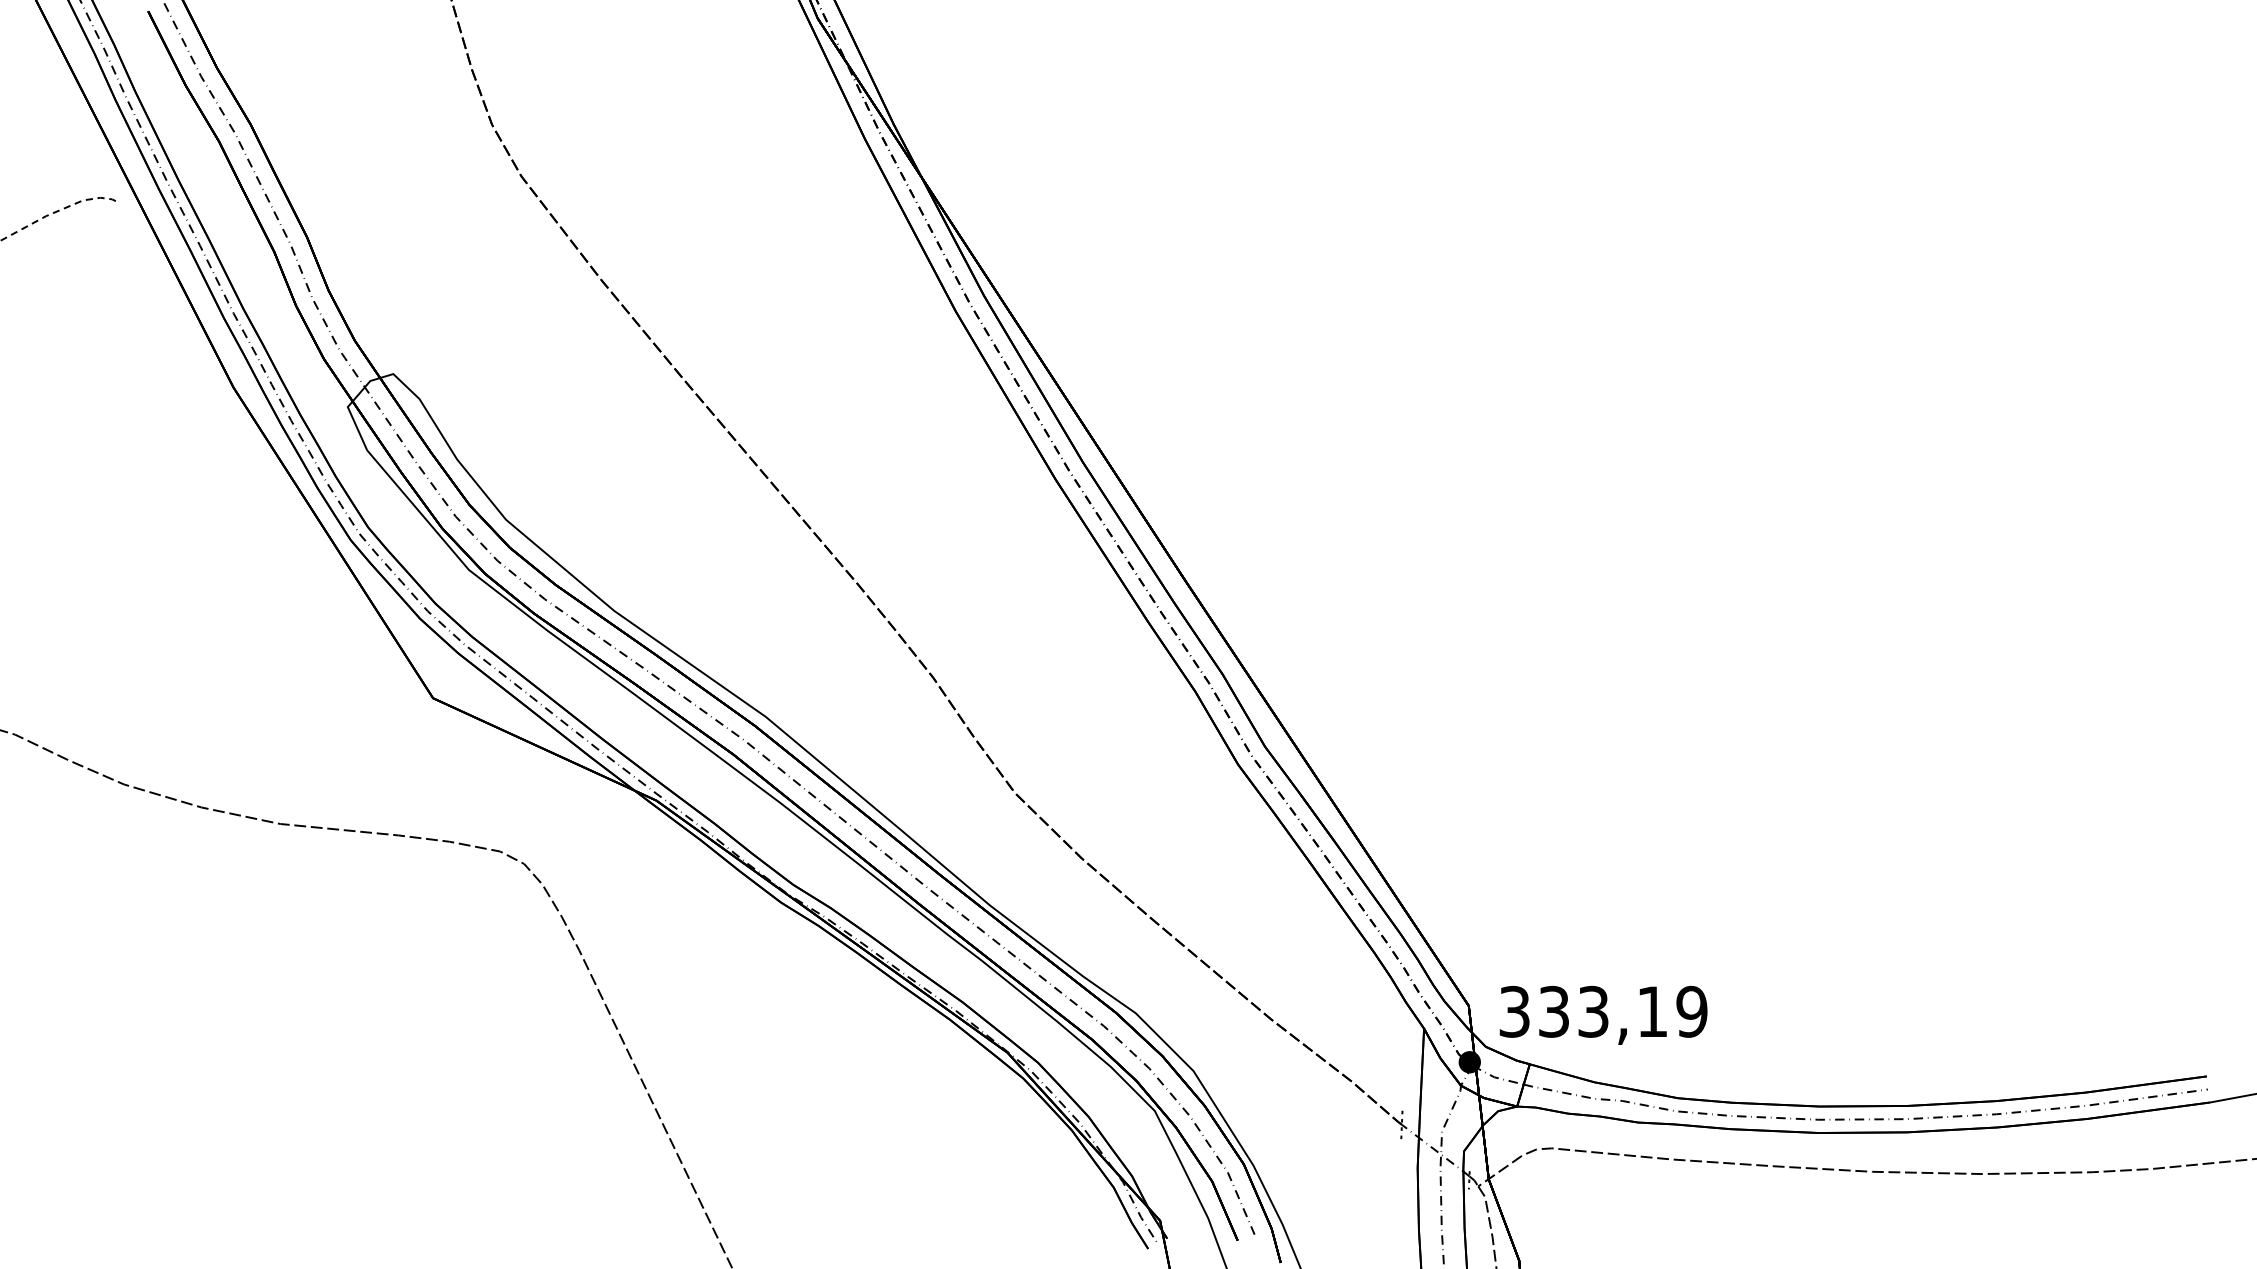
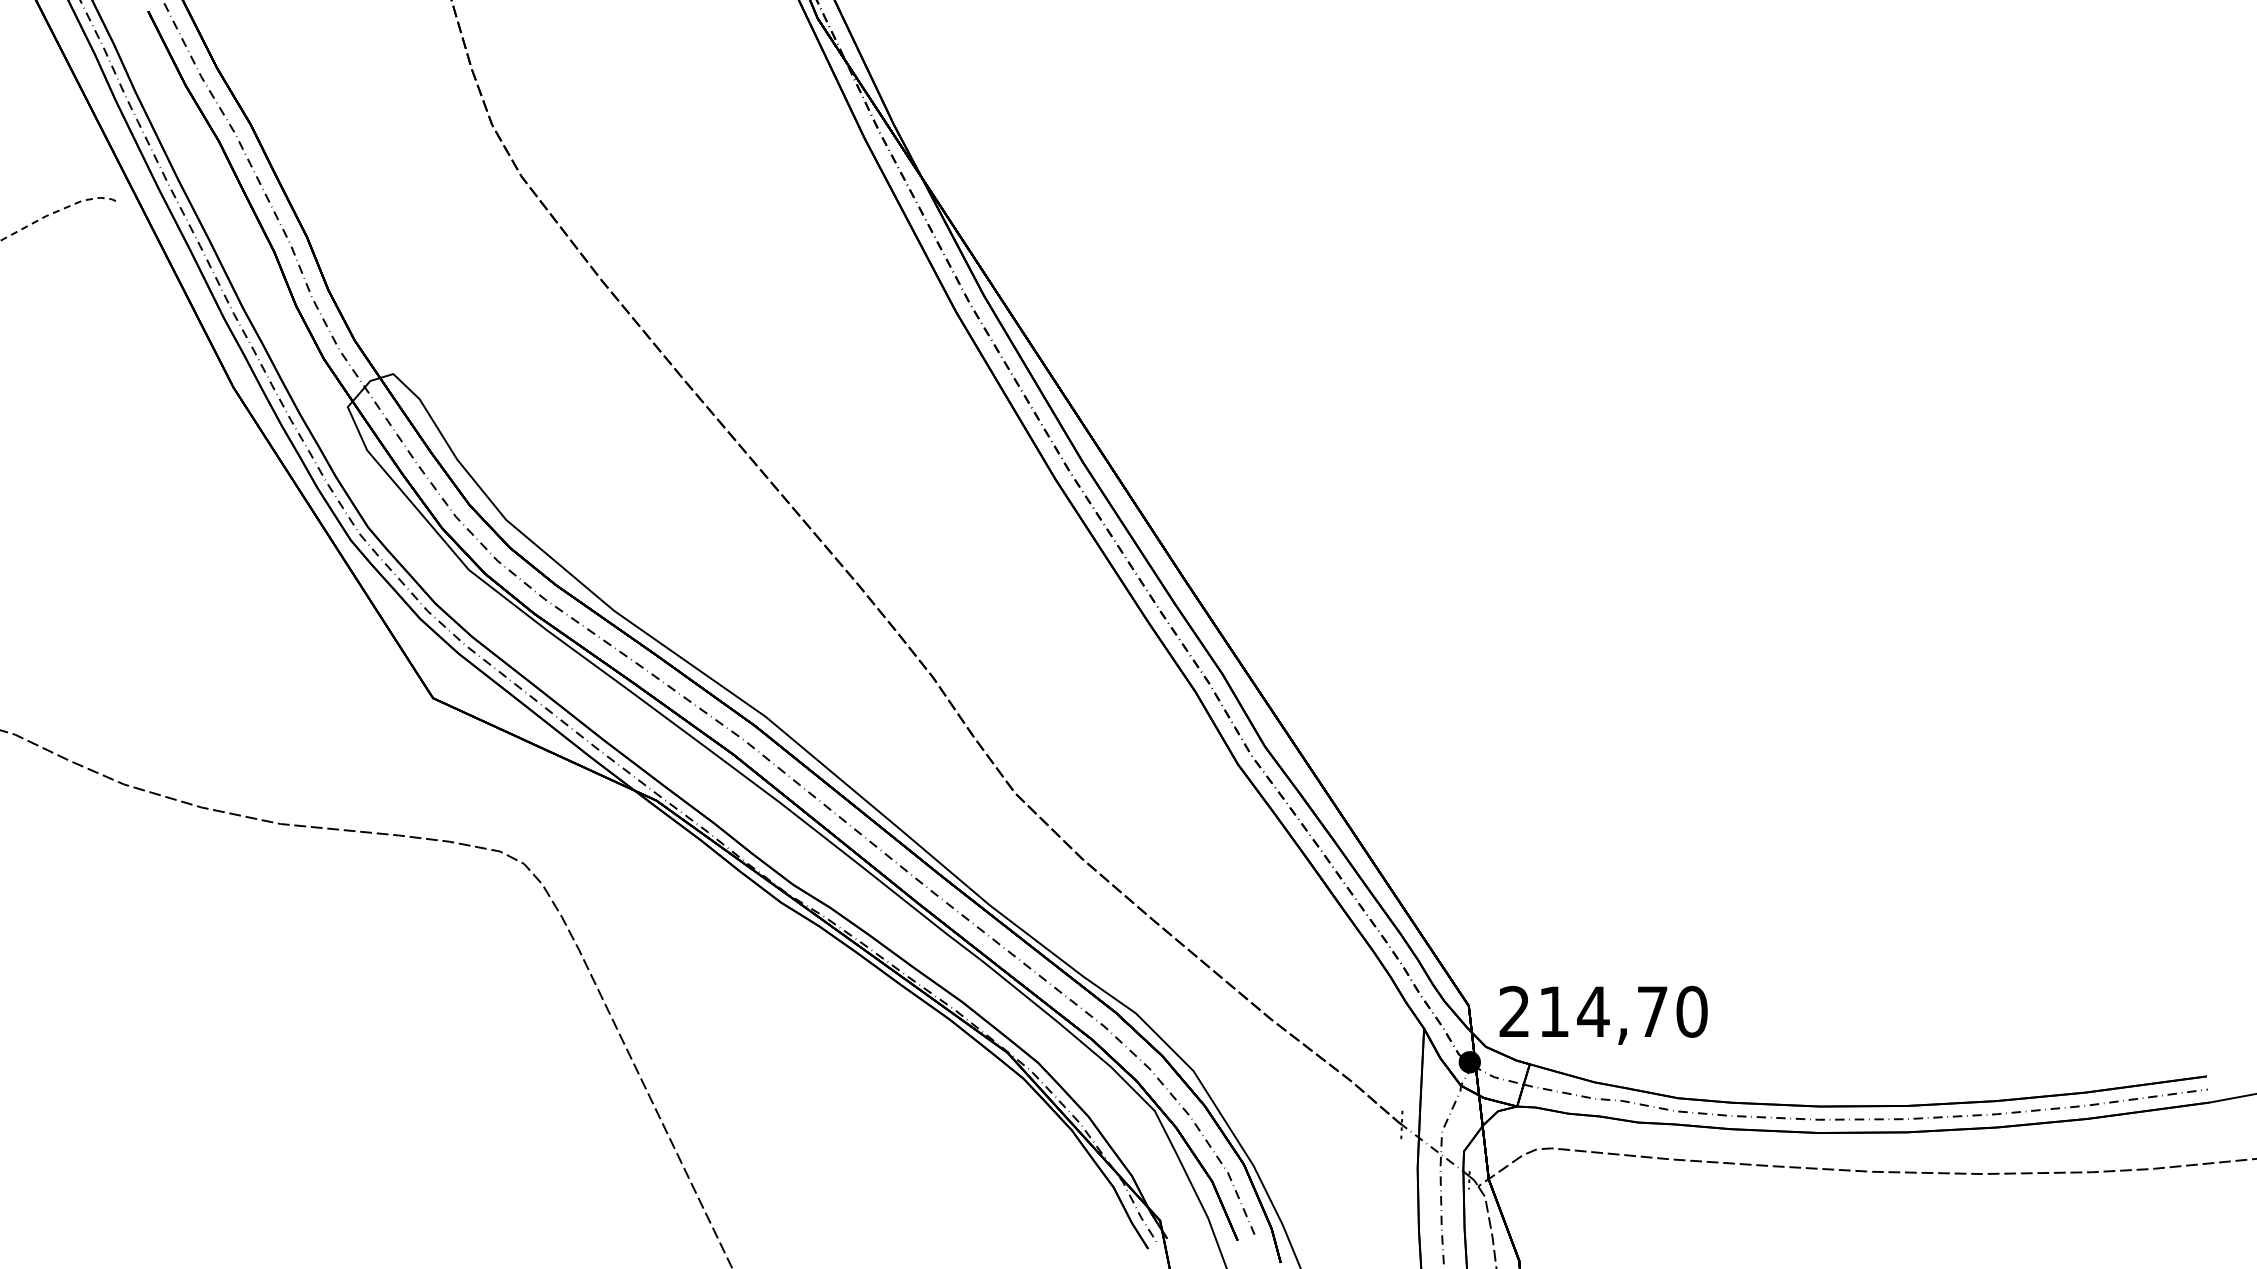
text at (1603, 1011): 333,19 -> 214,70
